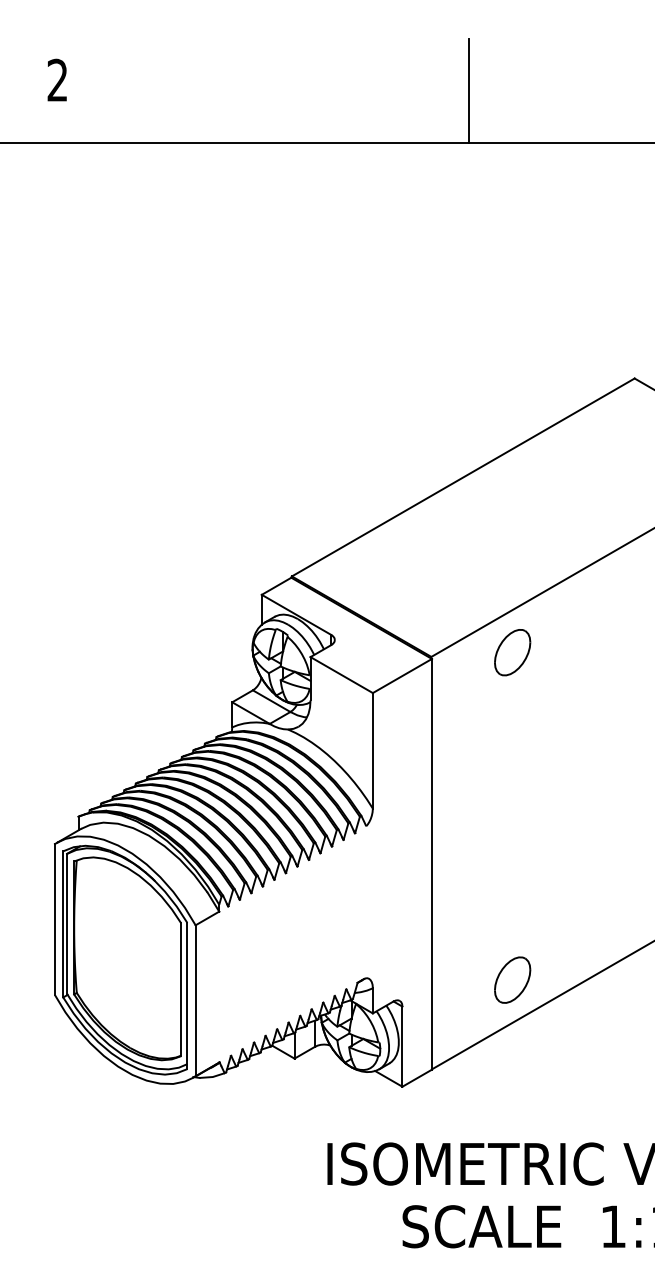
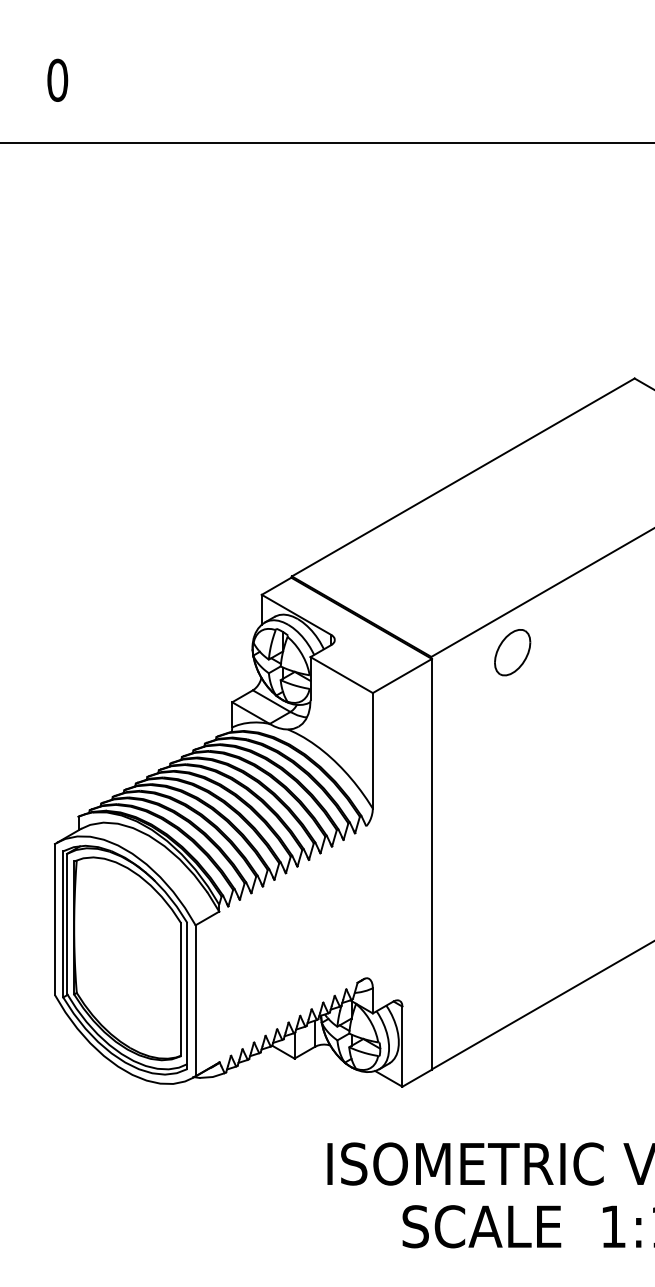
text at (57, 79): 2 -> 0
line at (469, 90): present -> none
part at (512, 979): present -> none
